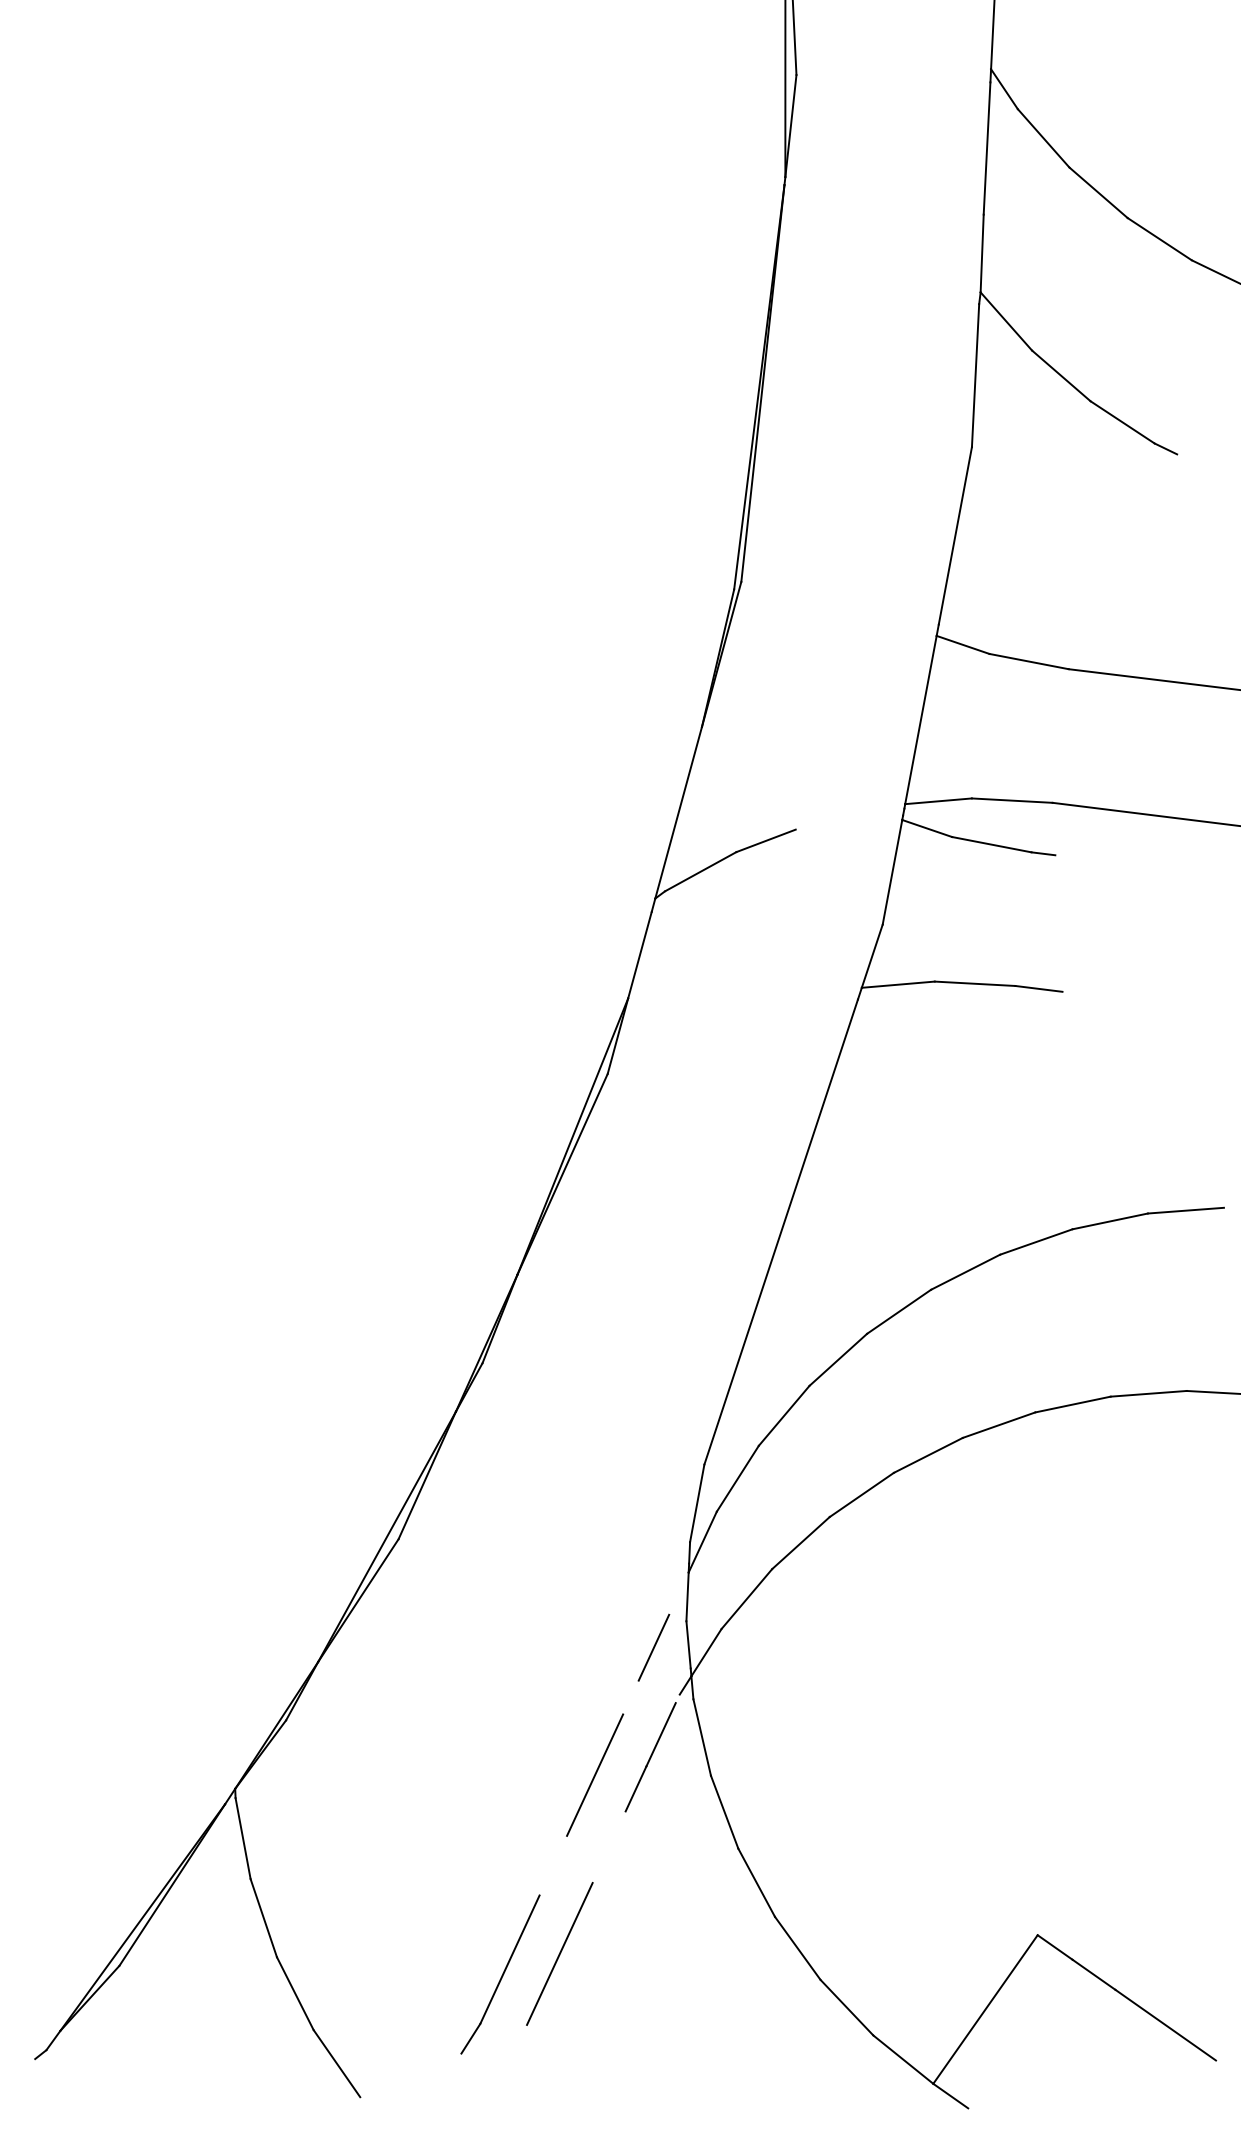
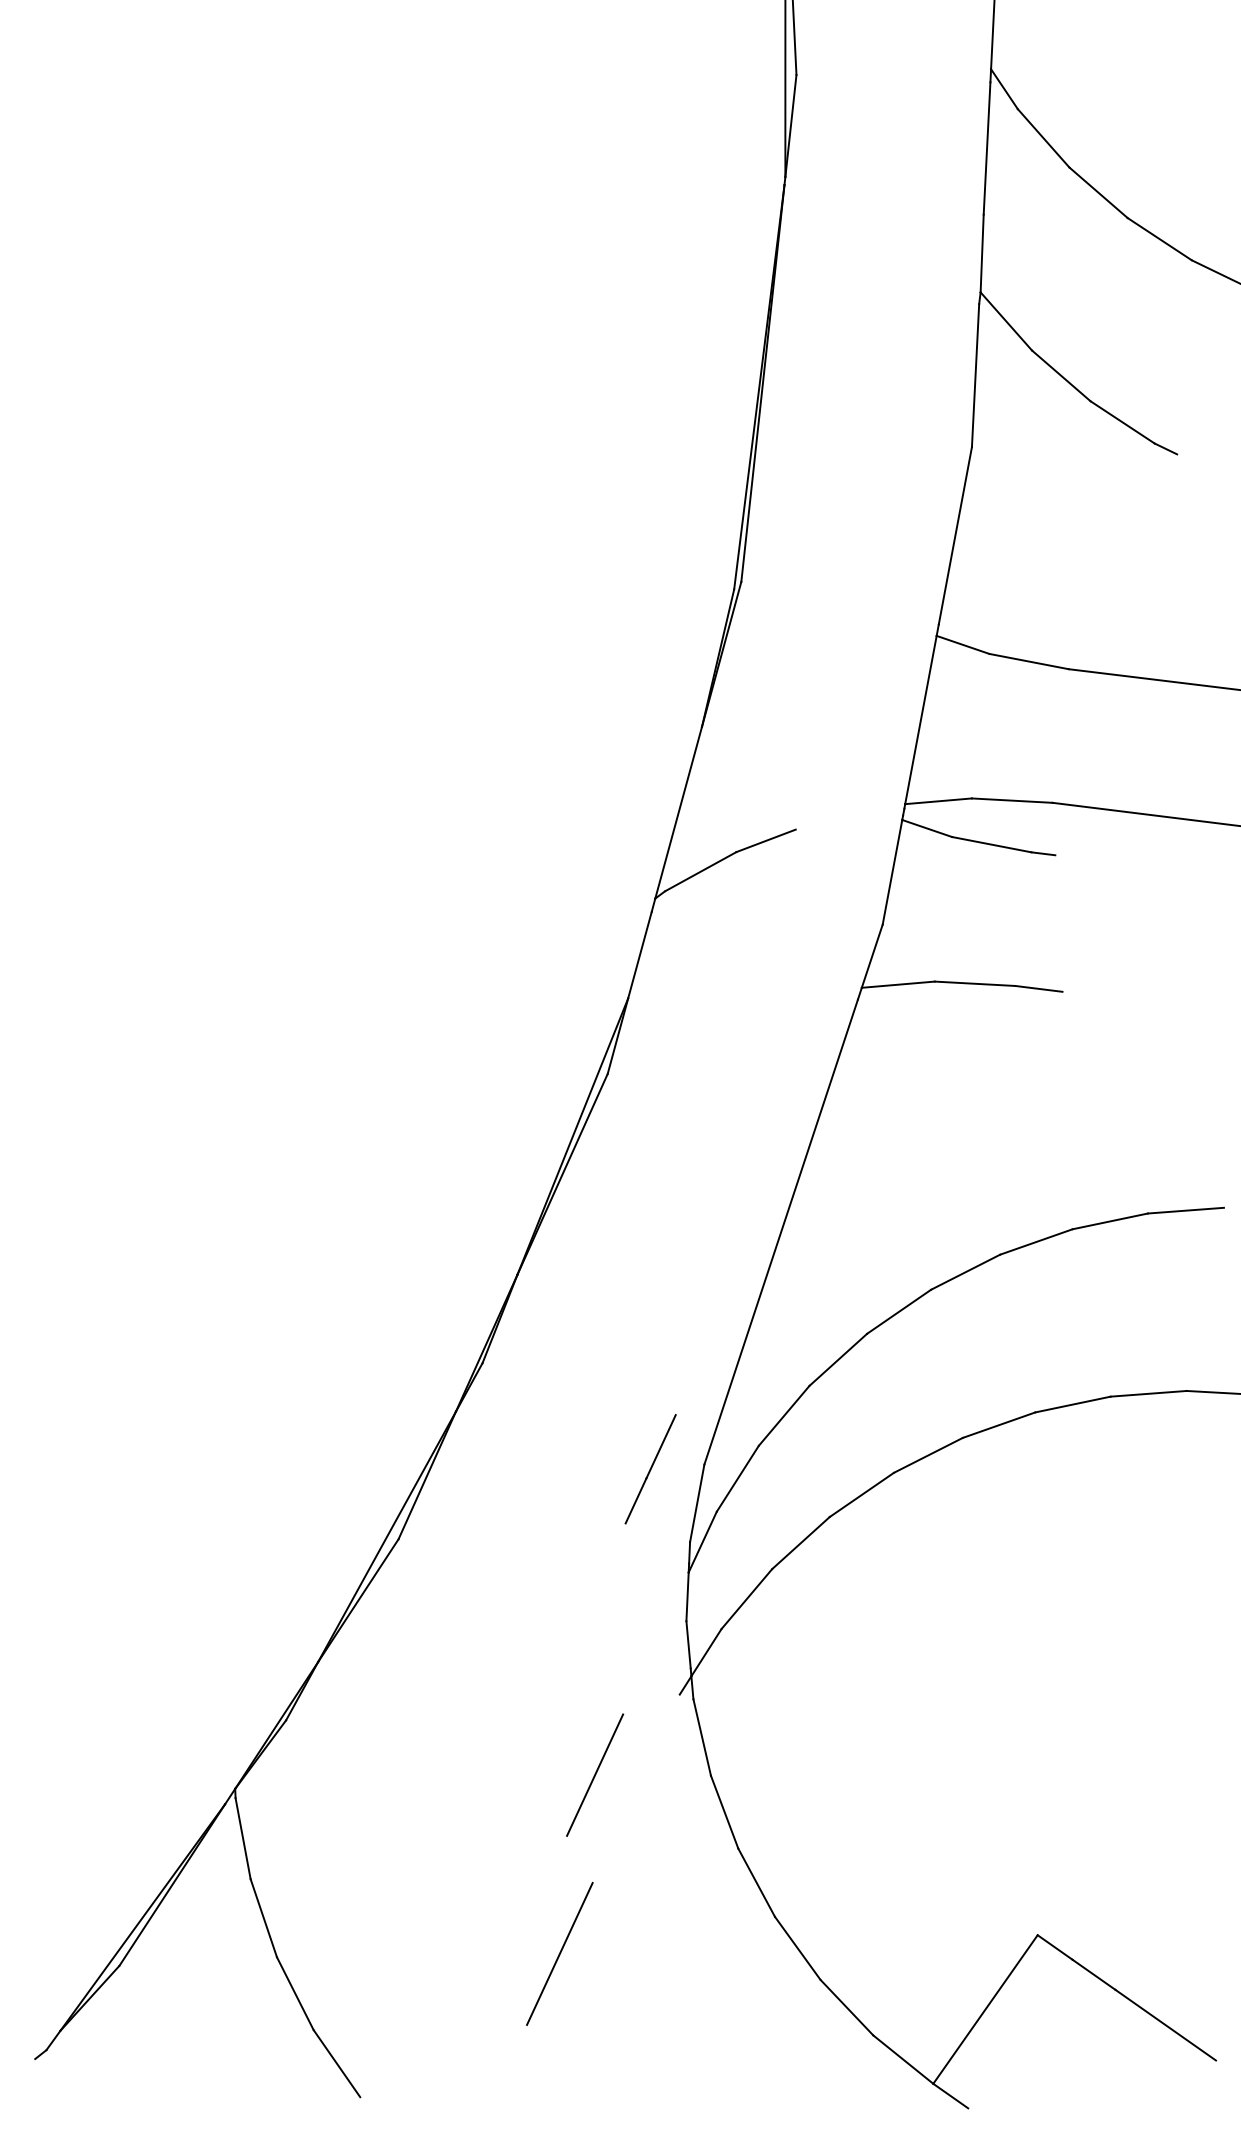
line at (653, 1647): present -> none
line at (650, 1757) position: (650, 1757) -> (650, 1469)
part at (500, 1974): present -> none
